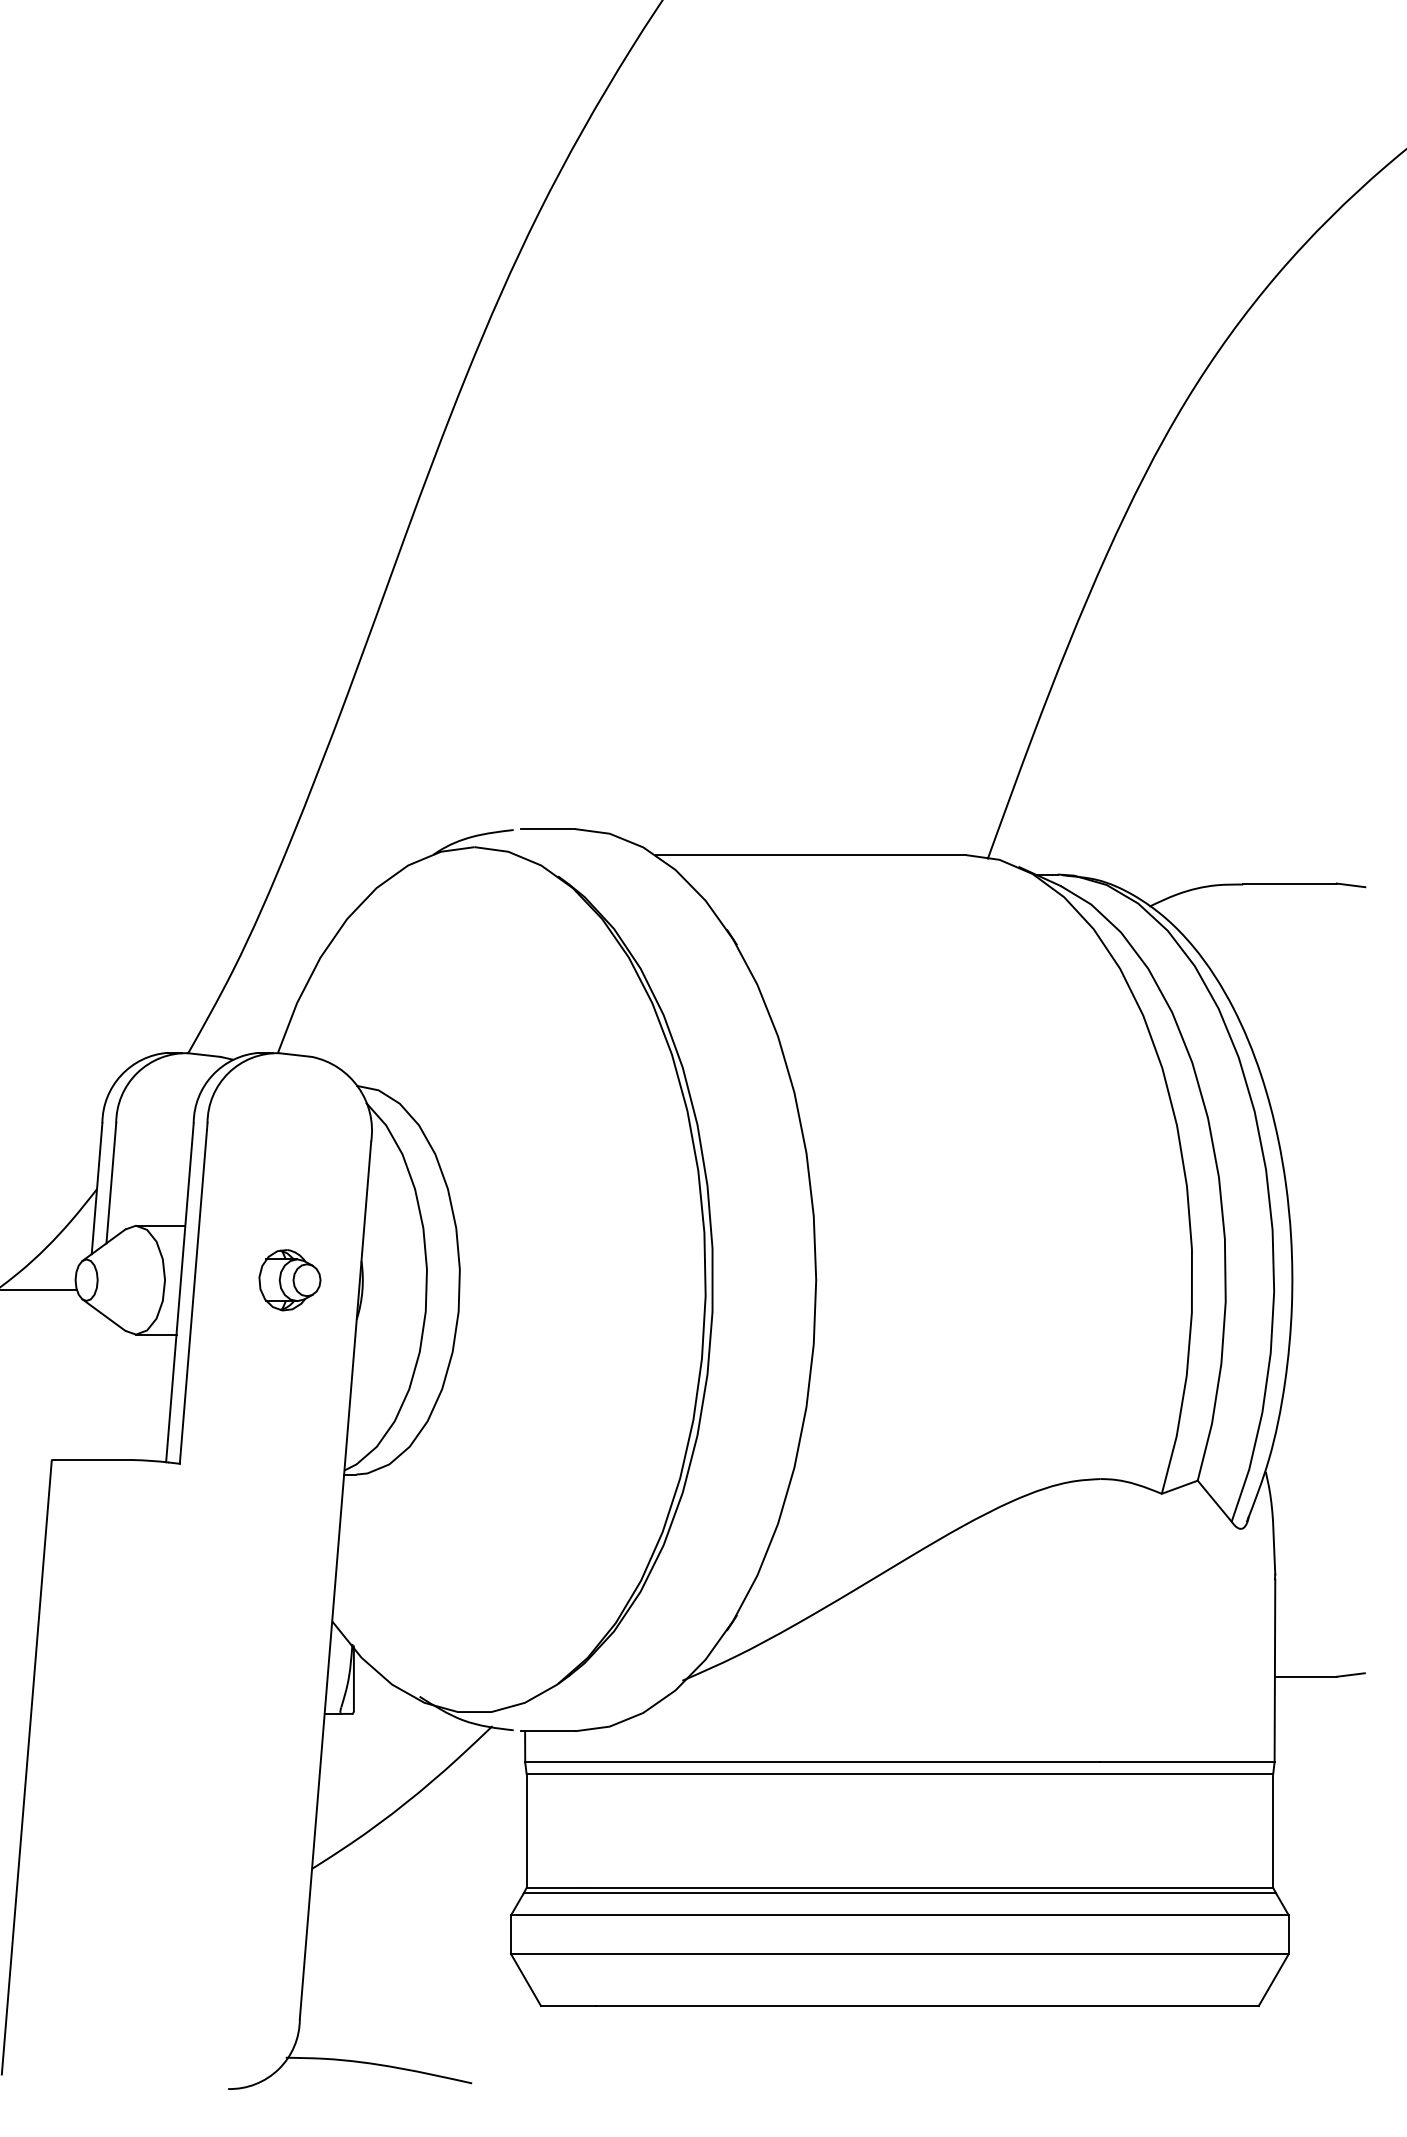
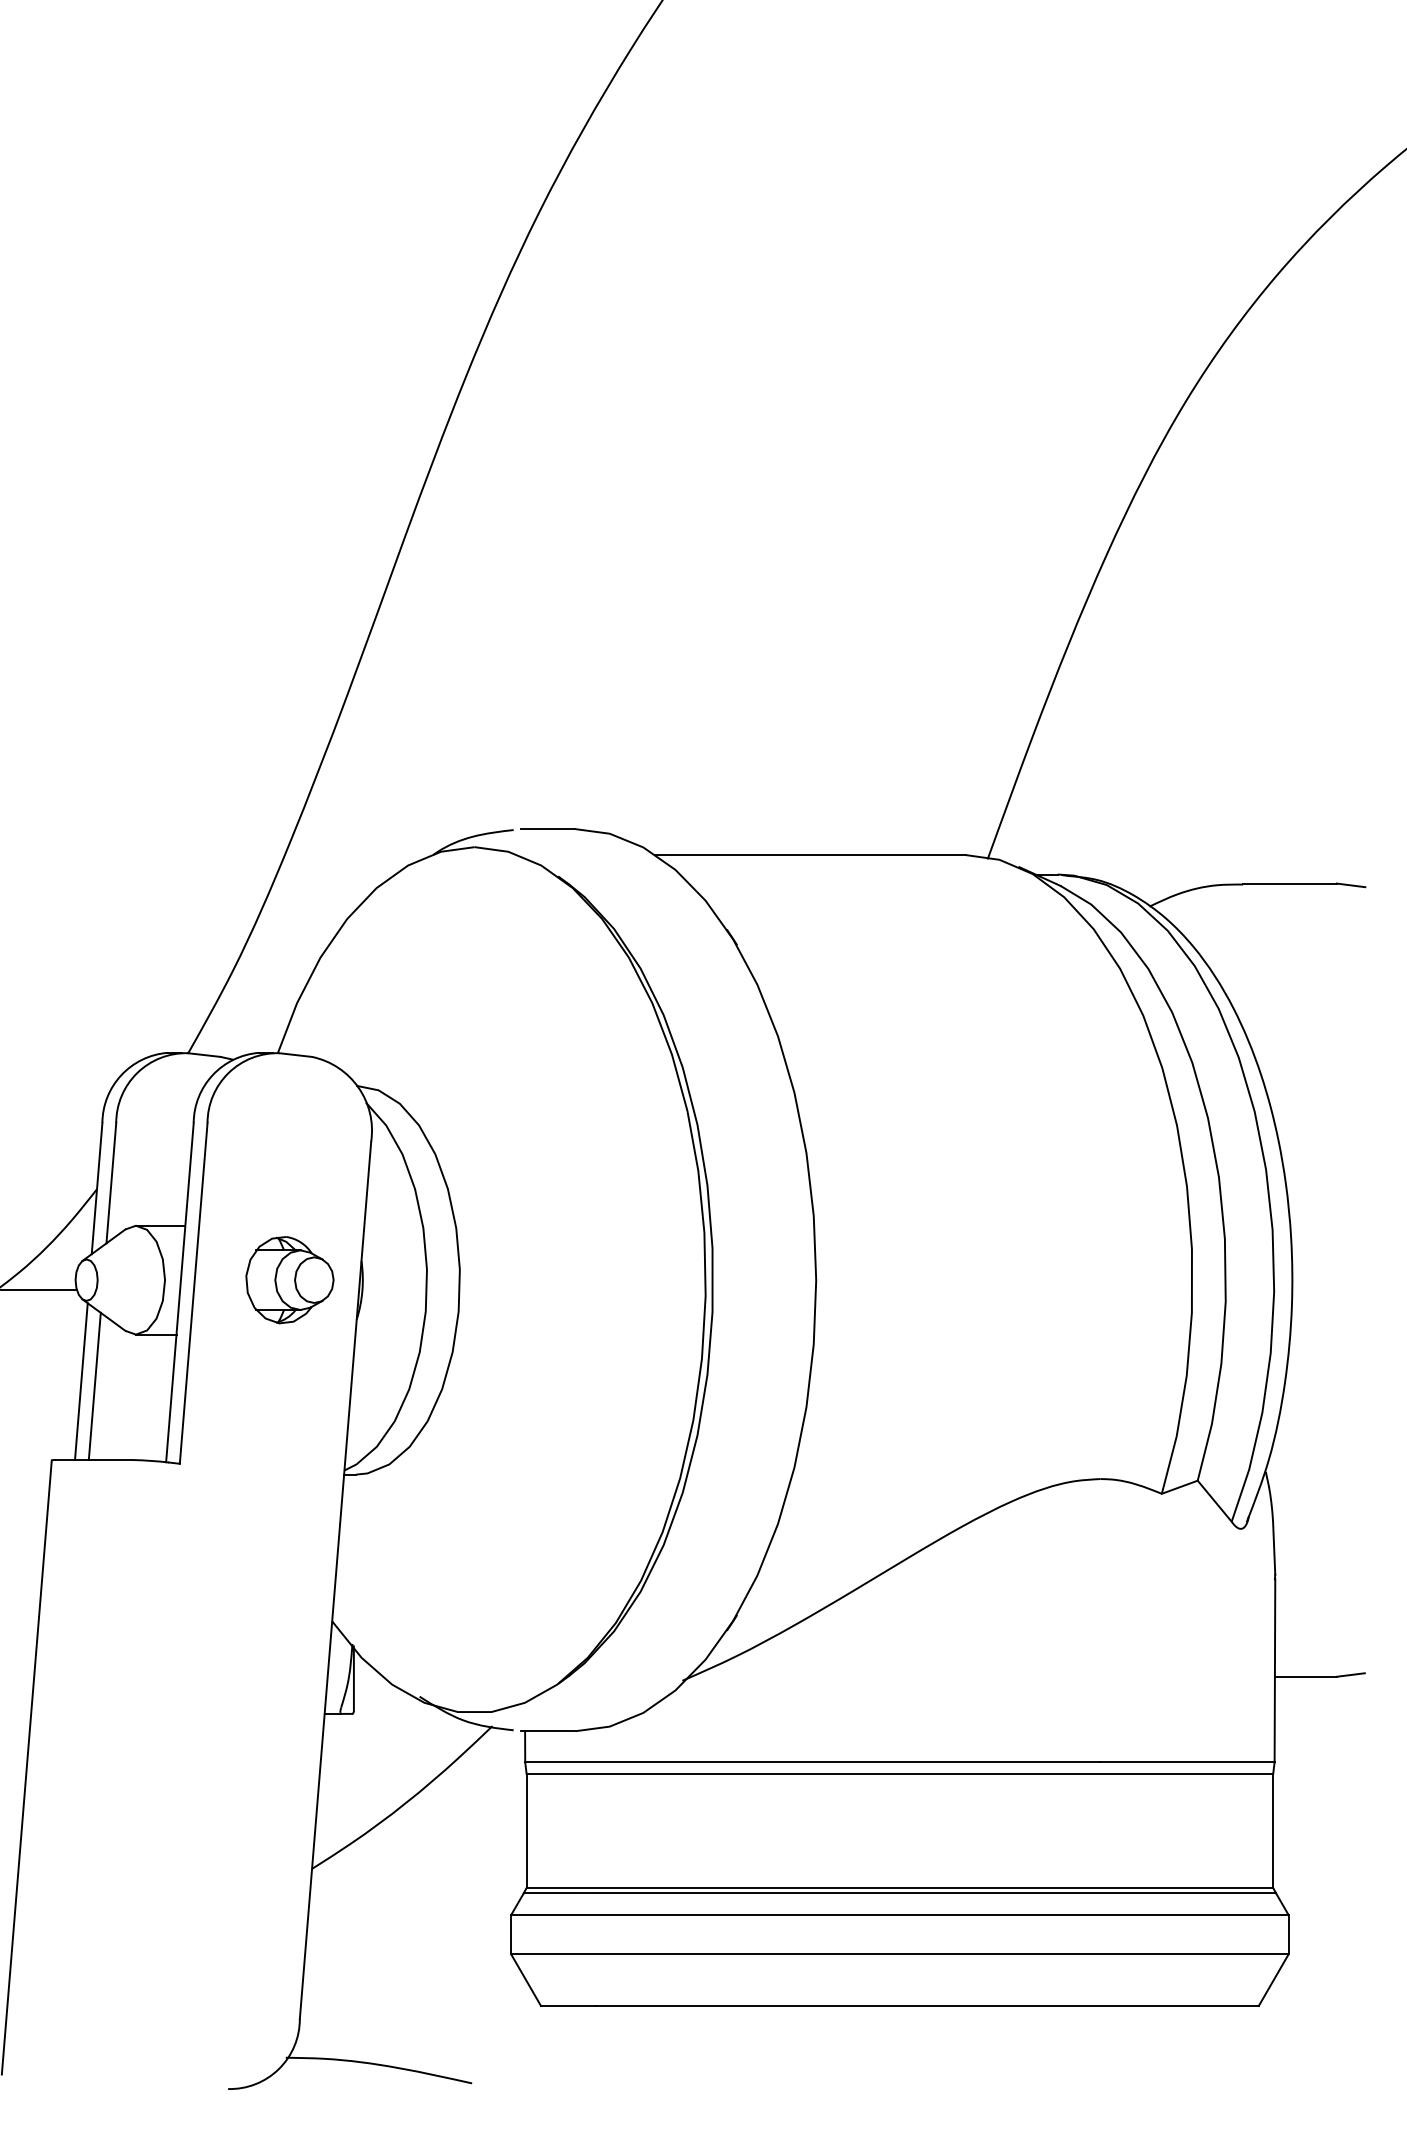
part at (289, 1280) size: 64x63 px -> 90x89 px
line at (81, 1381): none -> present
line at (94, 1386): none -> present
